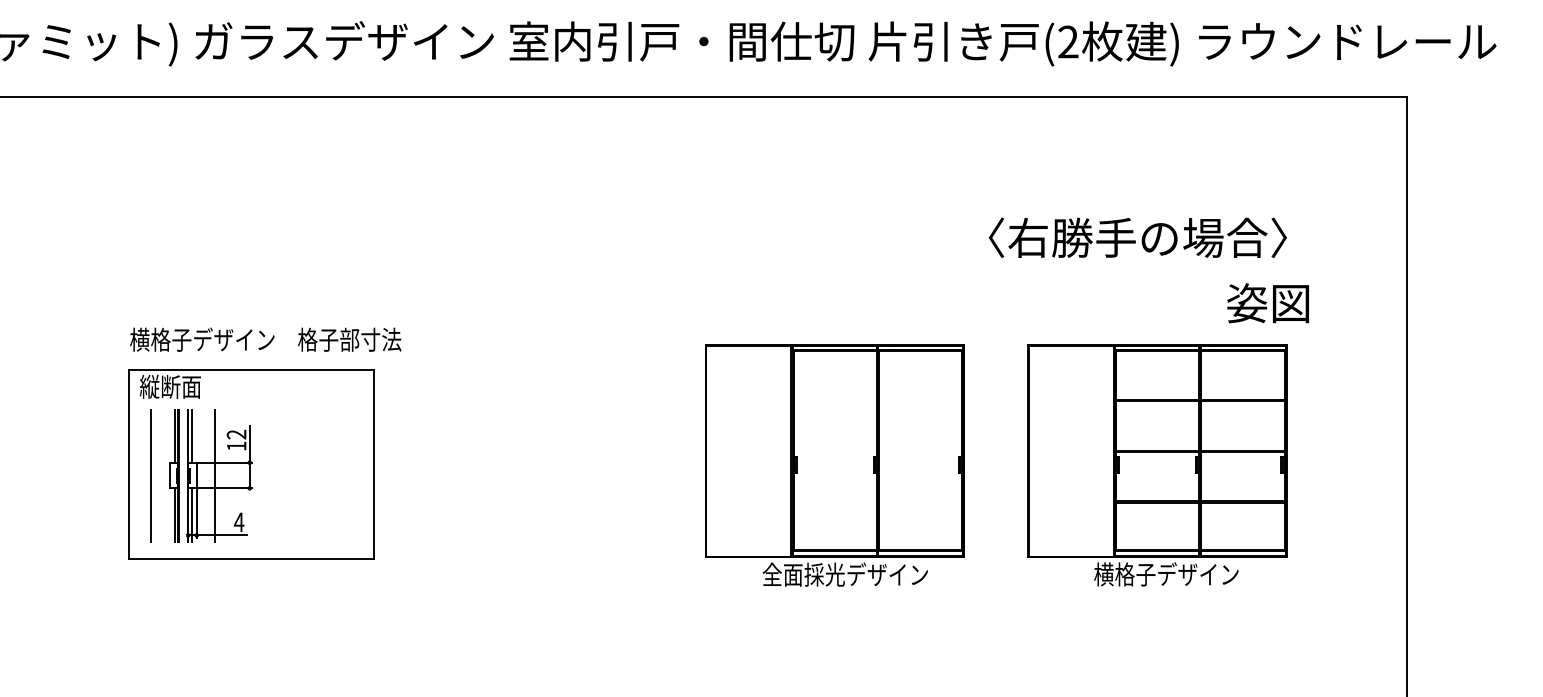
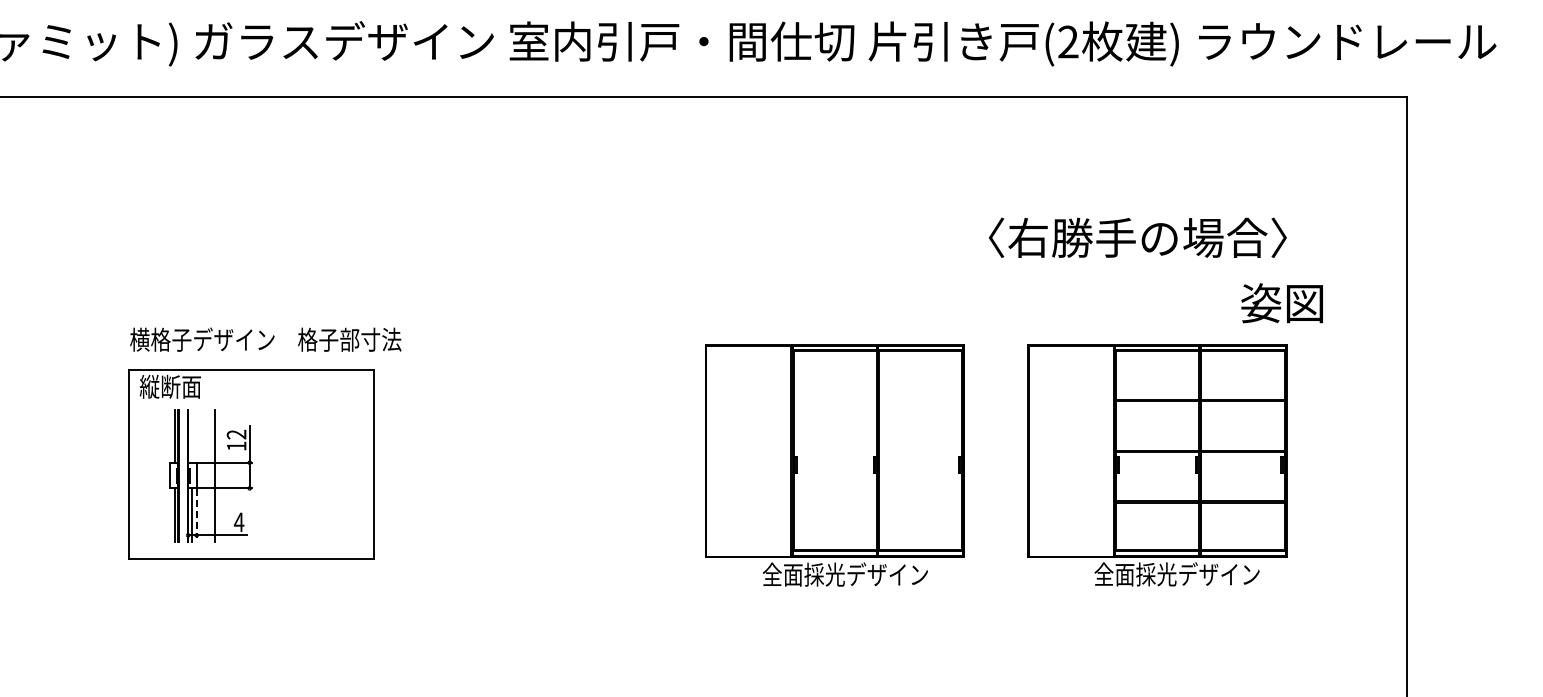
text at (1267, 303) position: (1267, 303) -> (1281, 303)
line at (191, 435): present -> none
line at (151, 475): present -> none
line at (196, 513): solid -> dashed
text at (1176, 574): 横格子デザイン -> 全面採光デザイン
